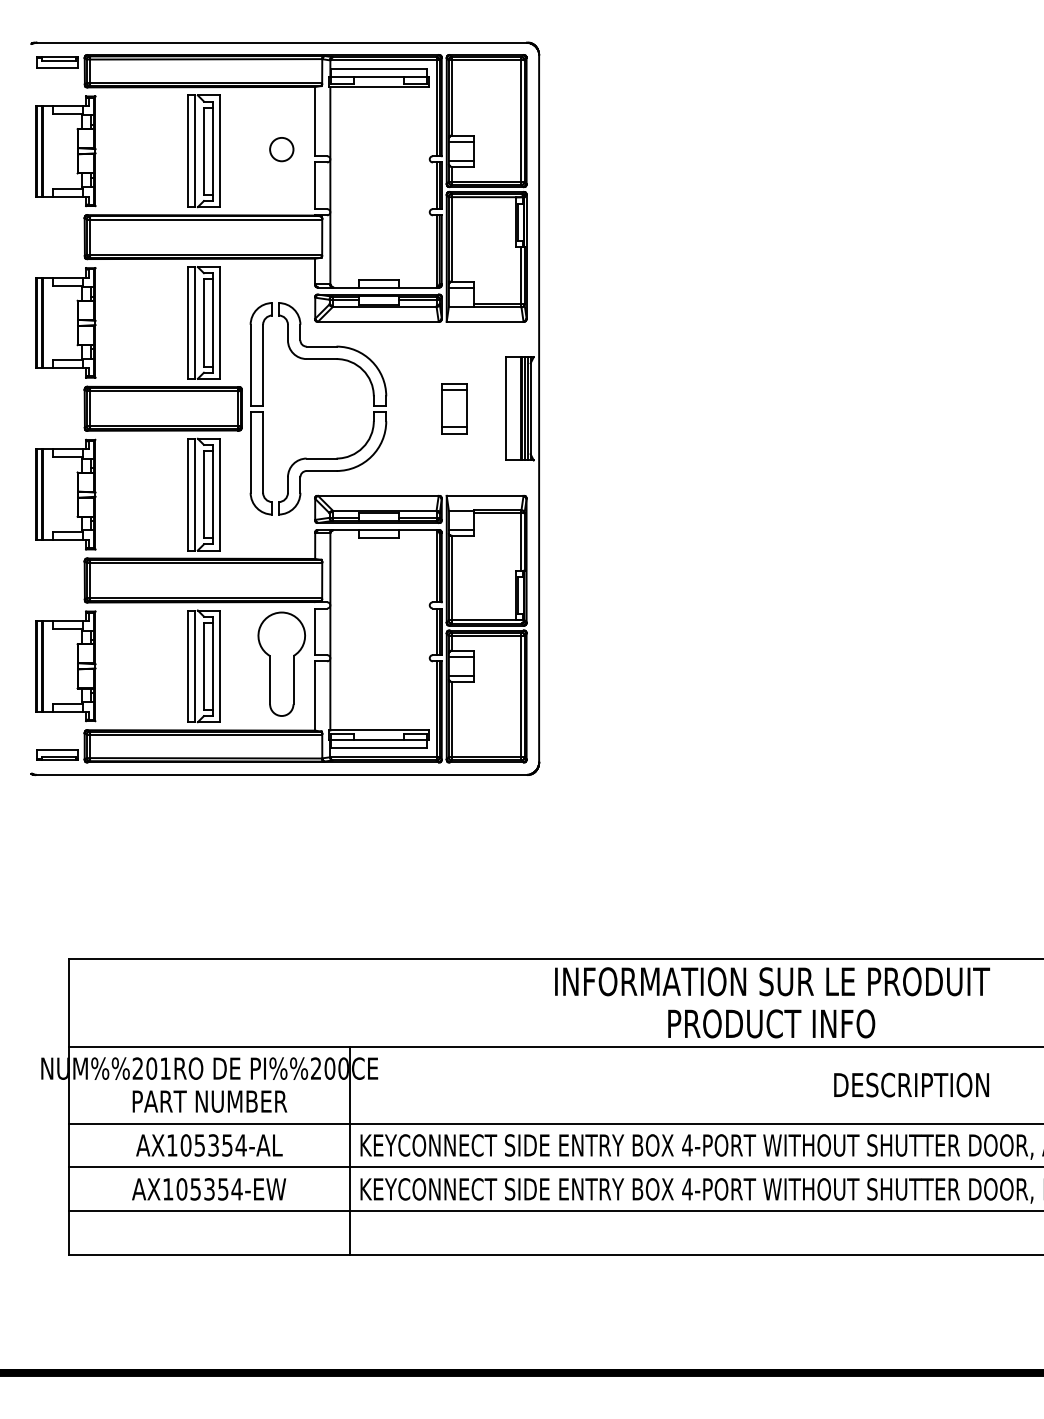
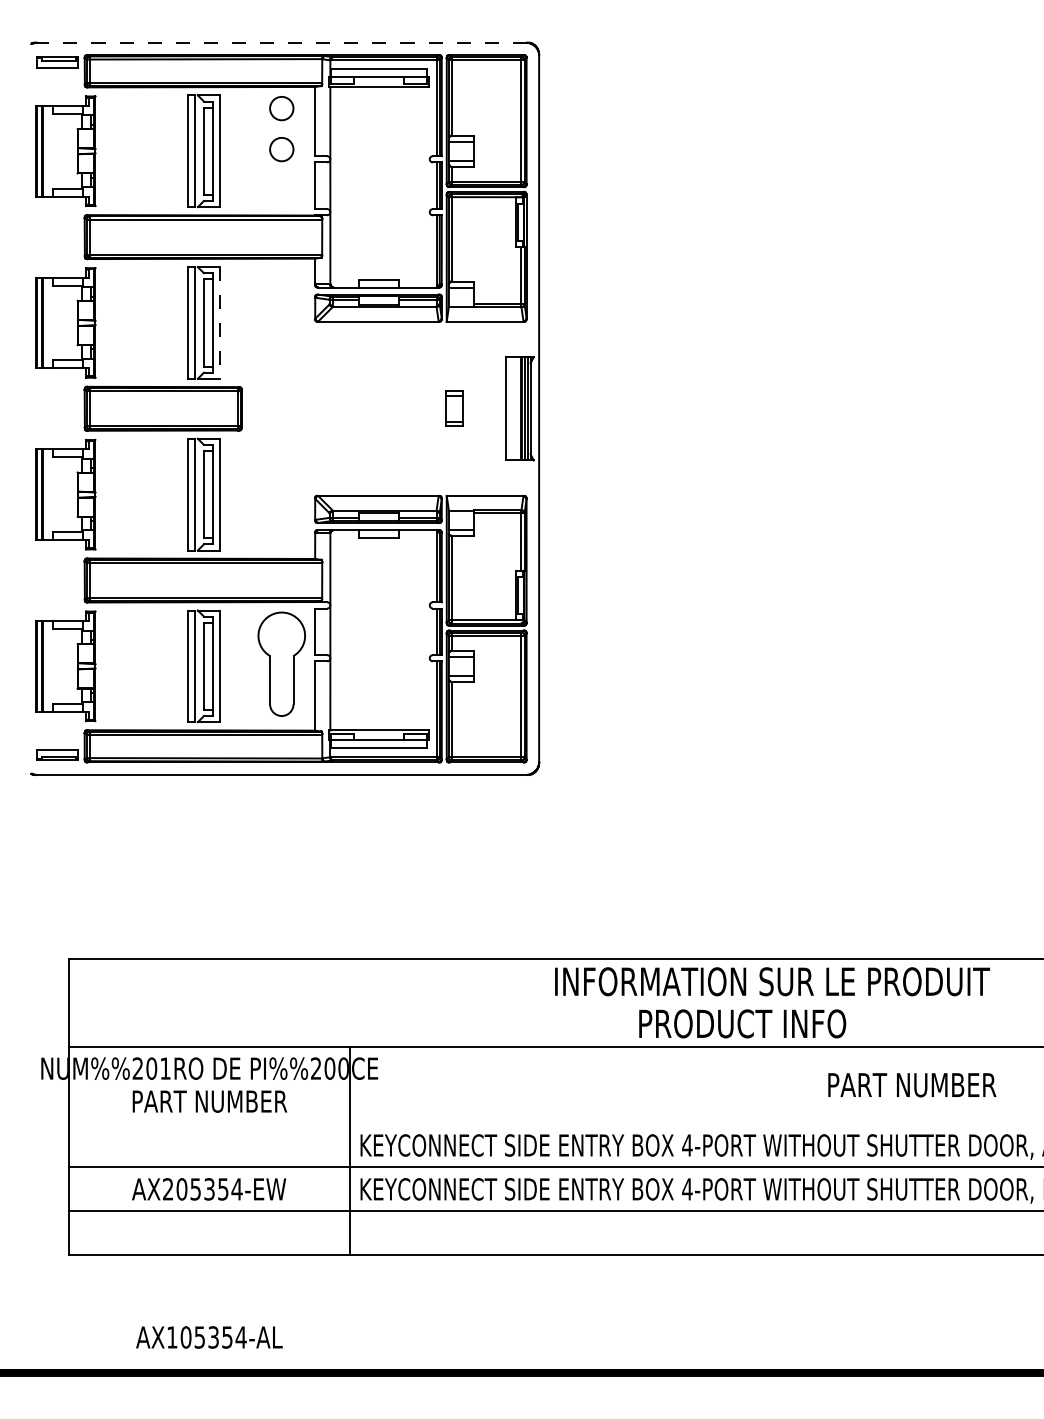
line at (281, 42): solid -> dashed
circle at (281, 108): none -> present
line at (219, 322): solid -> dashed
part at (318, 359): present -> none
part at (454, 408) size: 27x52 px -> 19x37 px
text at (771, 1023) position: (771, 1023) -> (742, 1023)
text at (912, 1084): DESCRIPTION -> PART NUMBER
line at (554, 1123): present -> none
text at (209, 1145) position: (209, 1145) -> (209, 1337)
text at (168, 1189): AX105354-EW -> AX205354-EW
